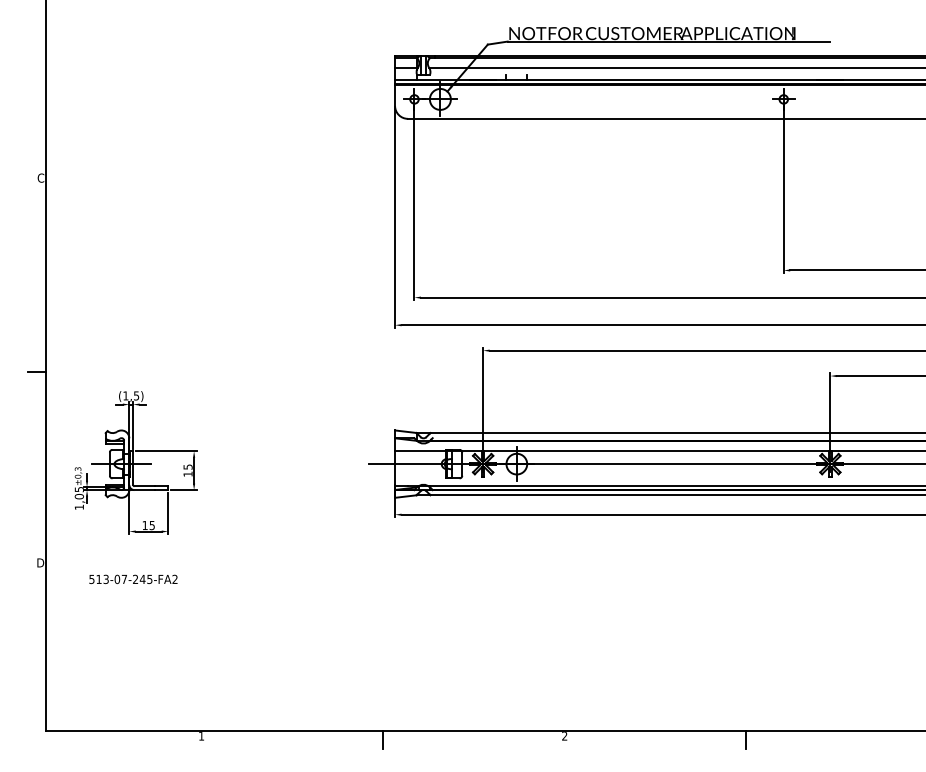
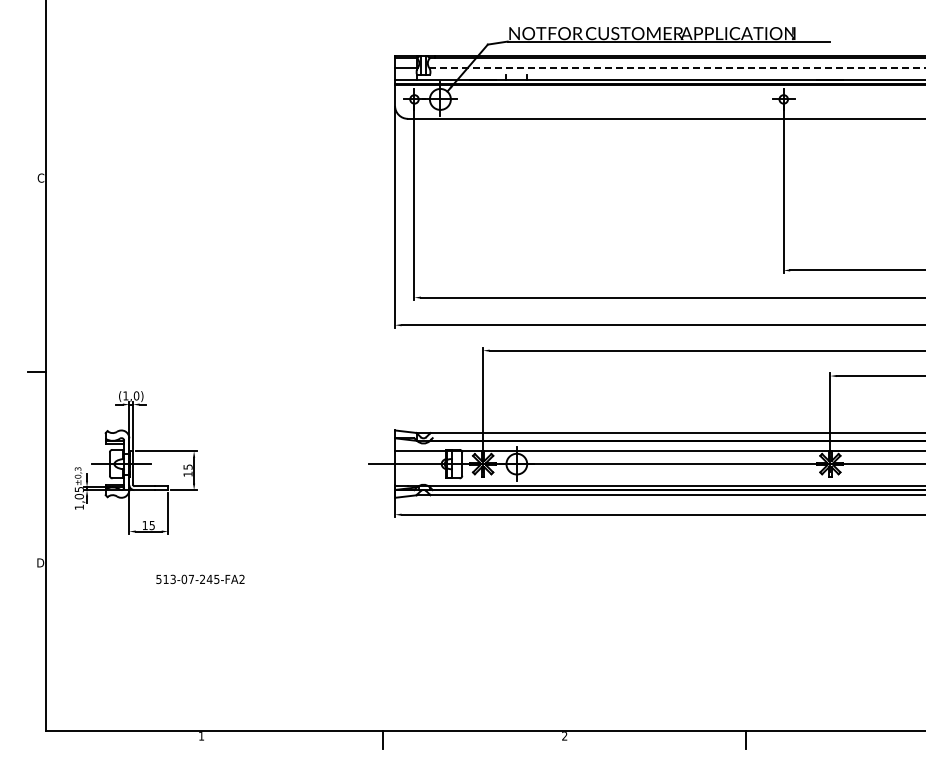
line at (677, 67): solid -> dashed
text at (136, 395): (1,5) -> (1,0)
text at (133, 579) position: (133, 579) -> (200, 579)
